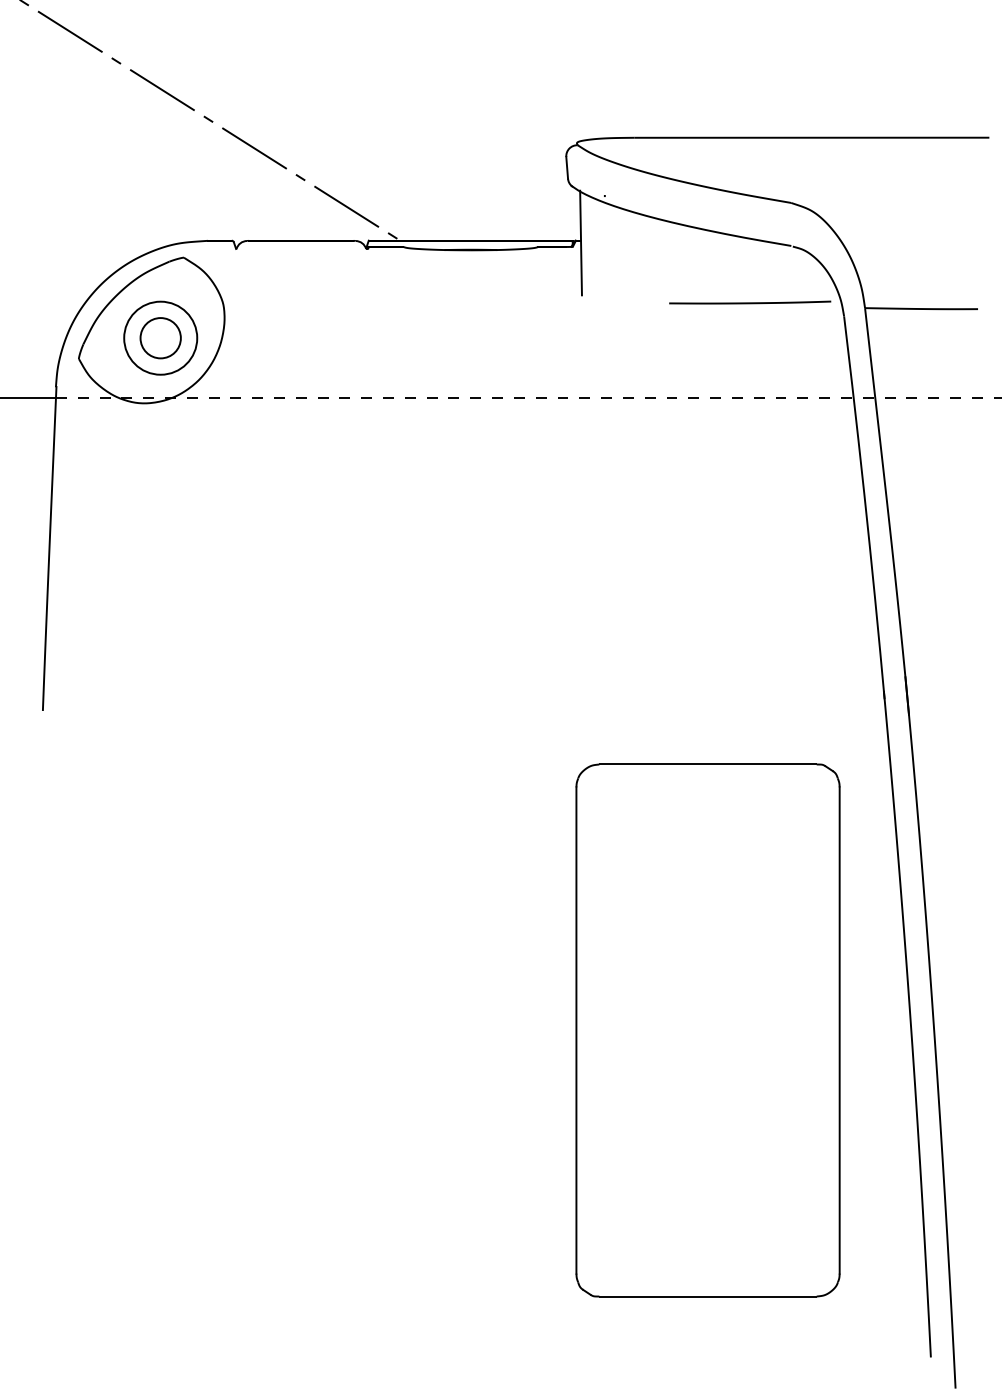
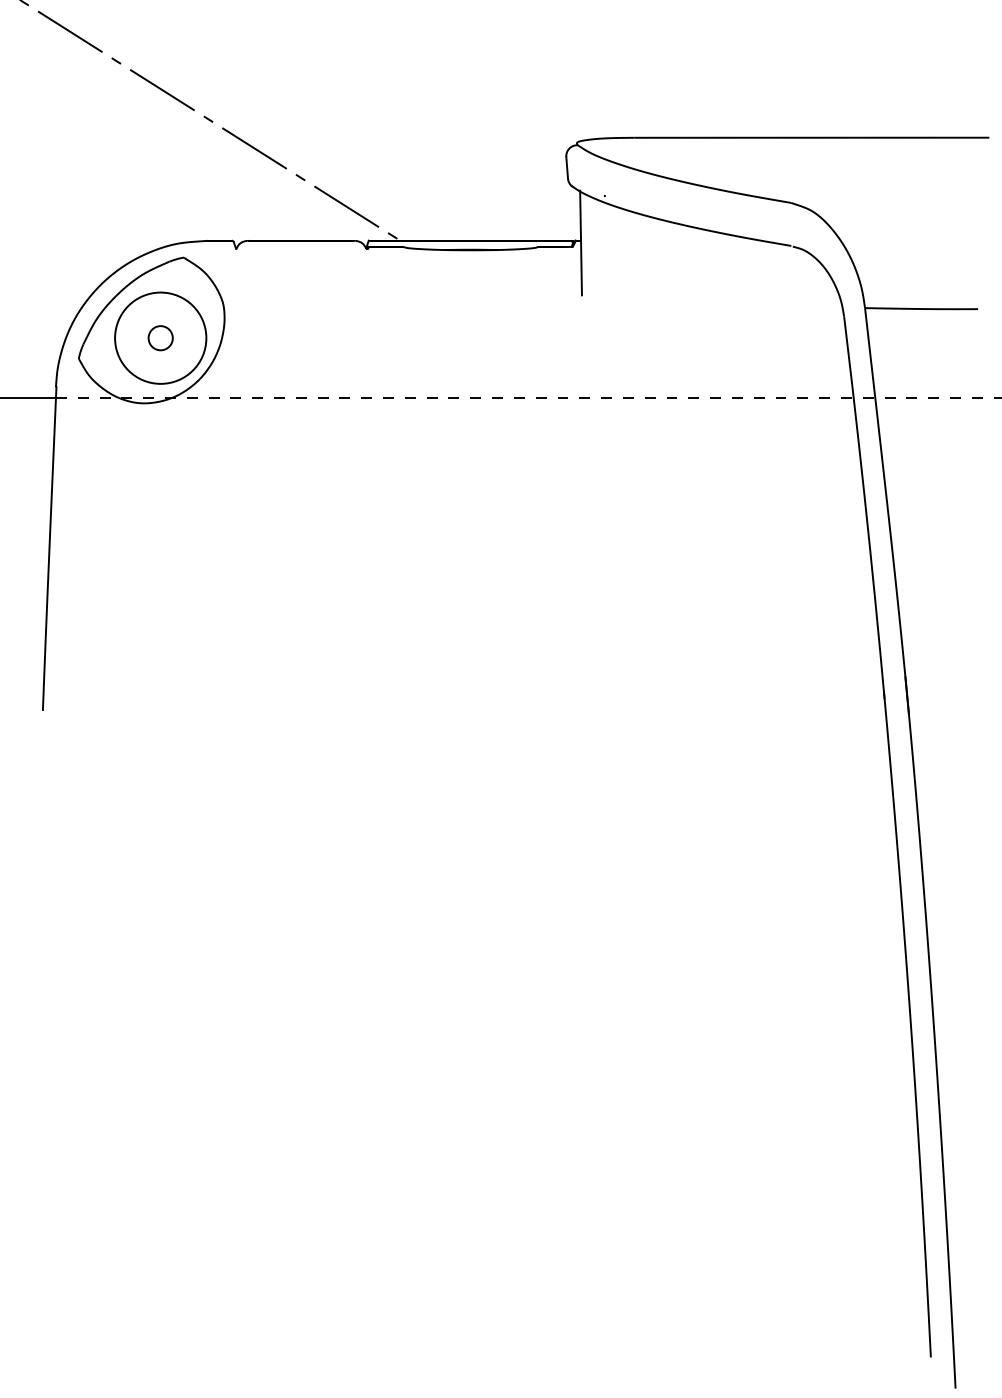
line at (750, 302): present -> none
circle at (160, 337) diameter: 73 px -> 91 px
circle at (160, 338) diameter: 40 px -> 24 px
part at (707, 1030): present -> none
